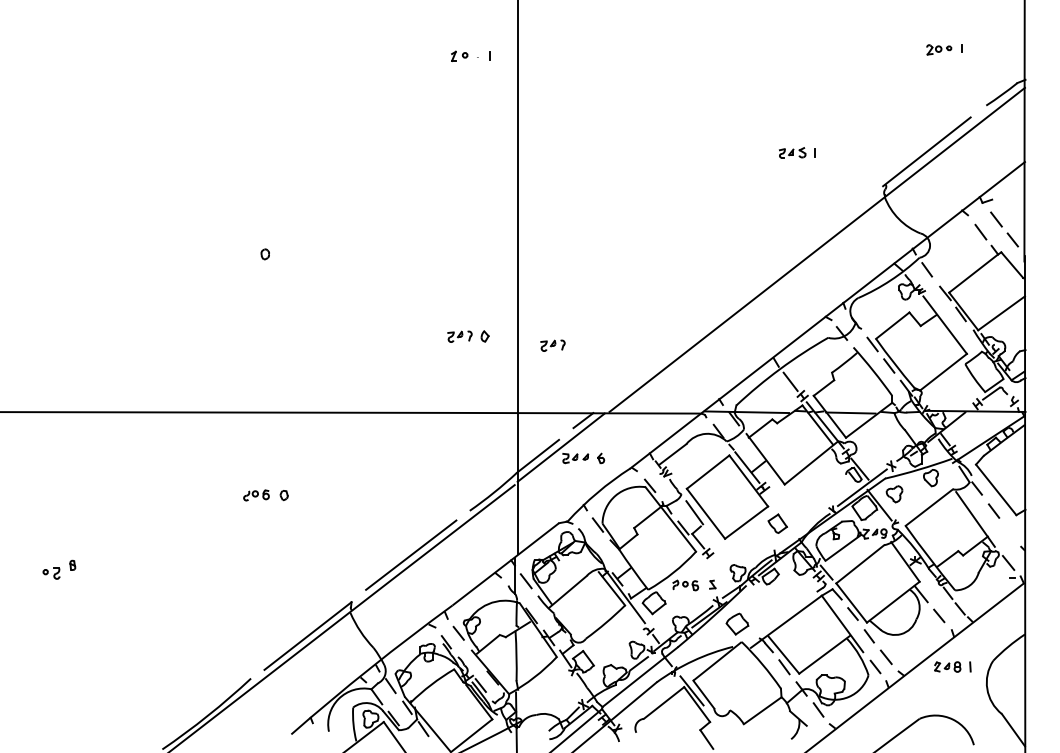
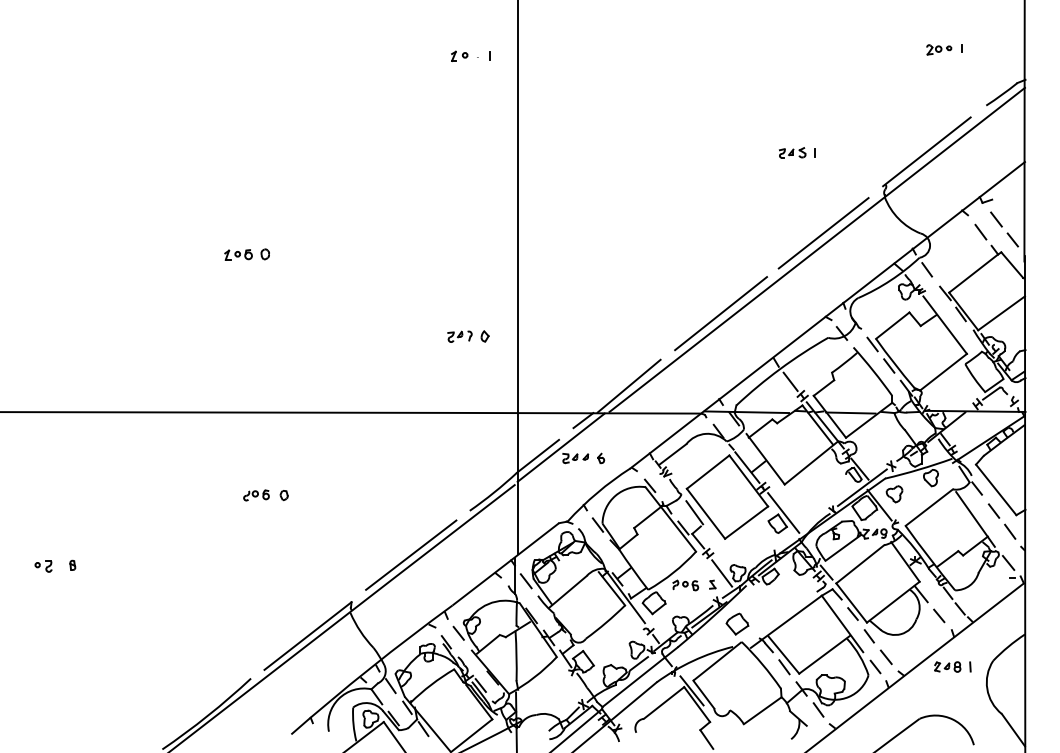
line at (823, 233): none -> present
part at (238, 254): none -> present
line at (721, 313): none -> present
part at (552, 345): present -> none
line at (628, 385): none -> present
line at (783, 512): none -> present
line at (1010, 531): none -> present
part at (51, 573) position: (51, 573) -> (43, 566)
line at (722, 573): none -> present
